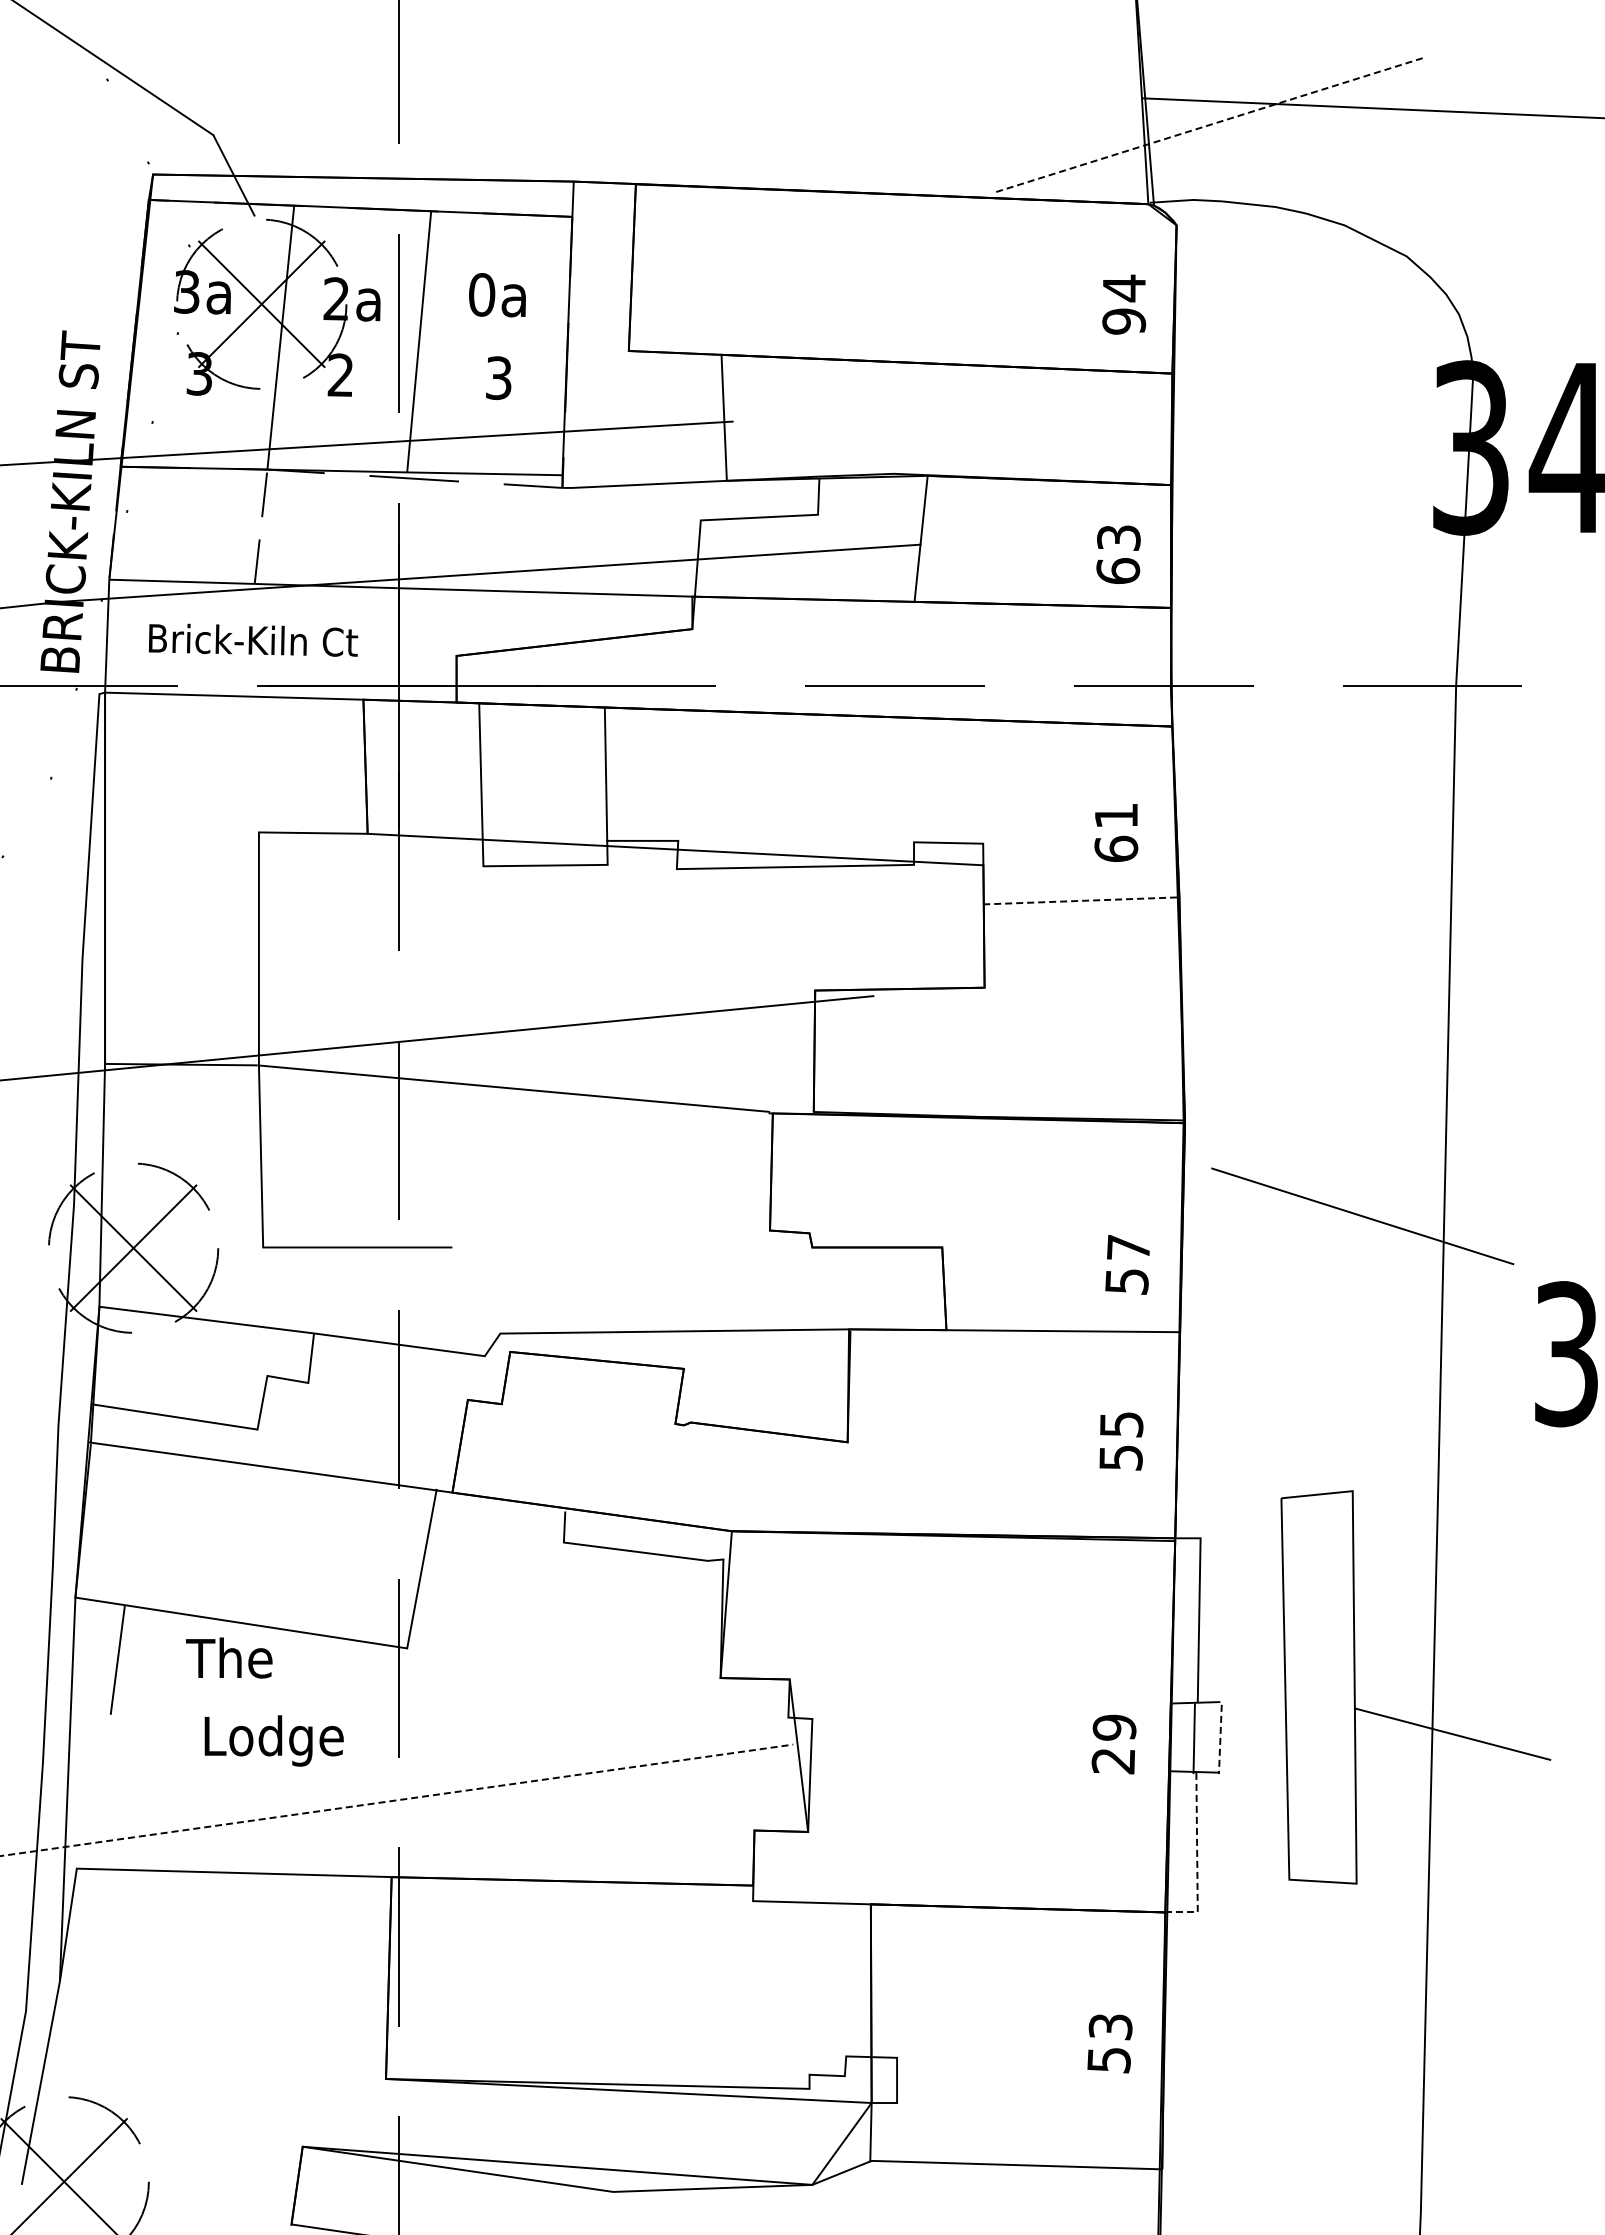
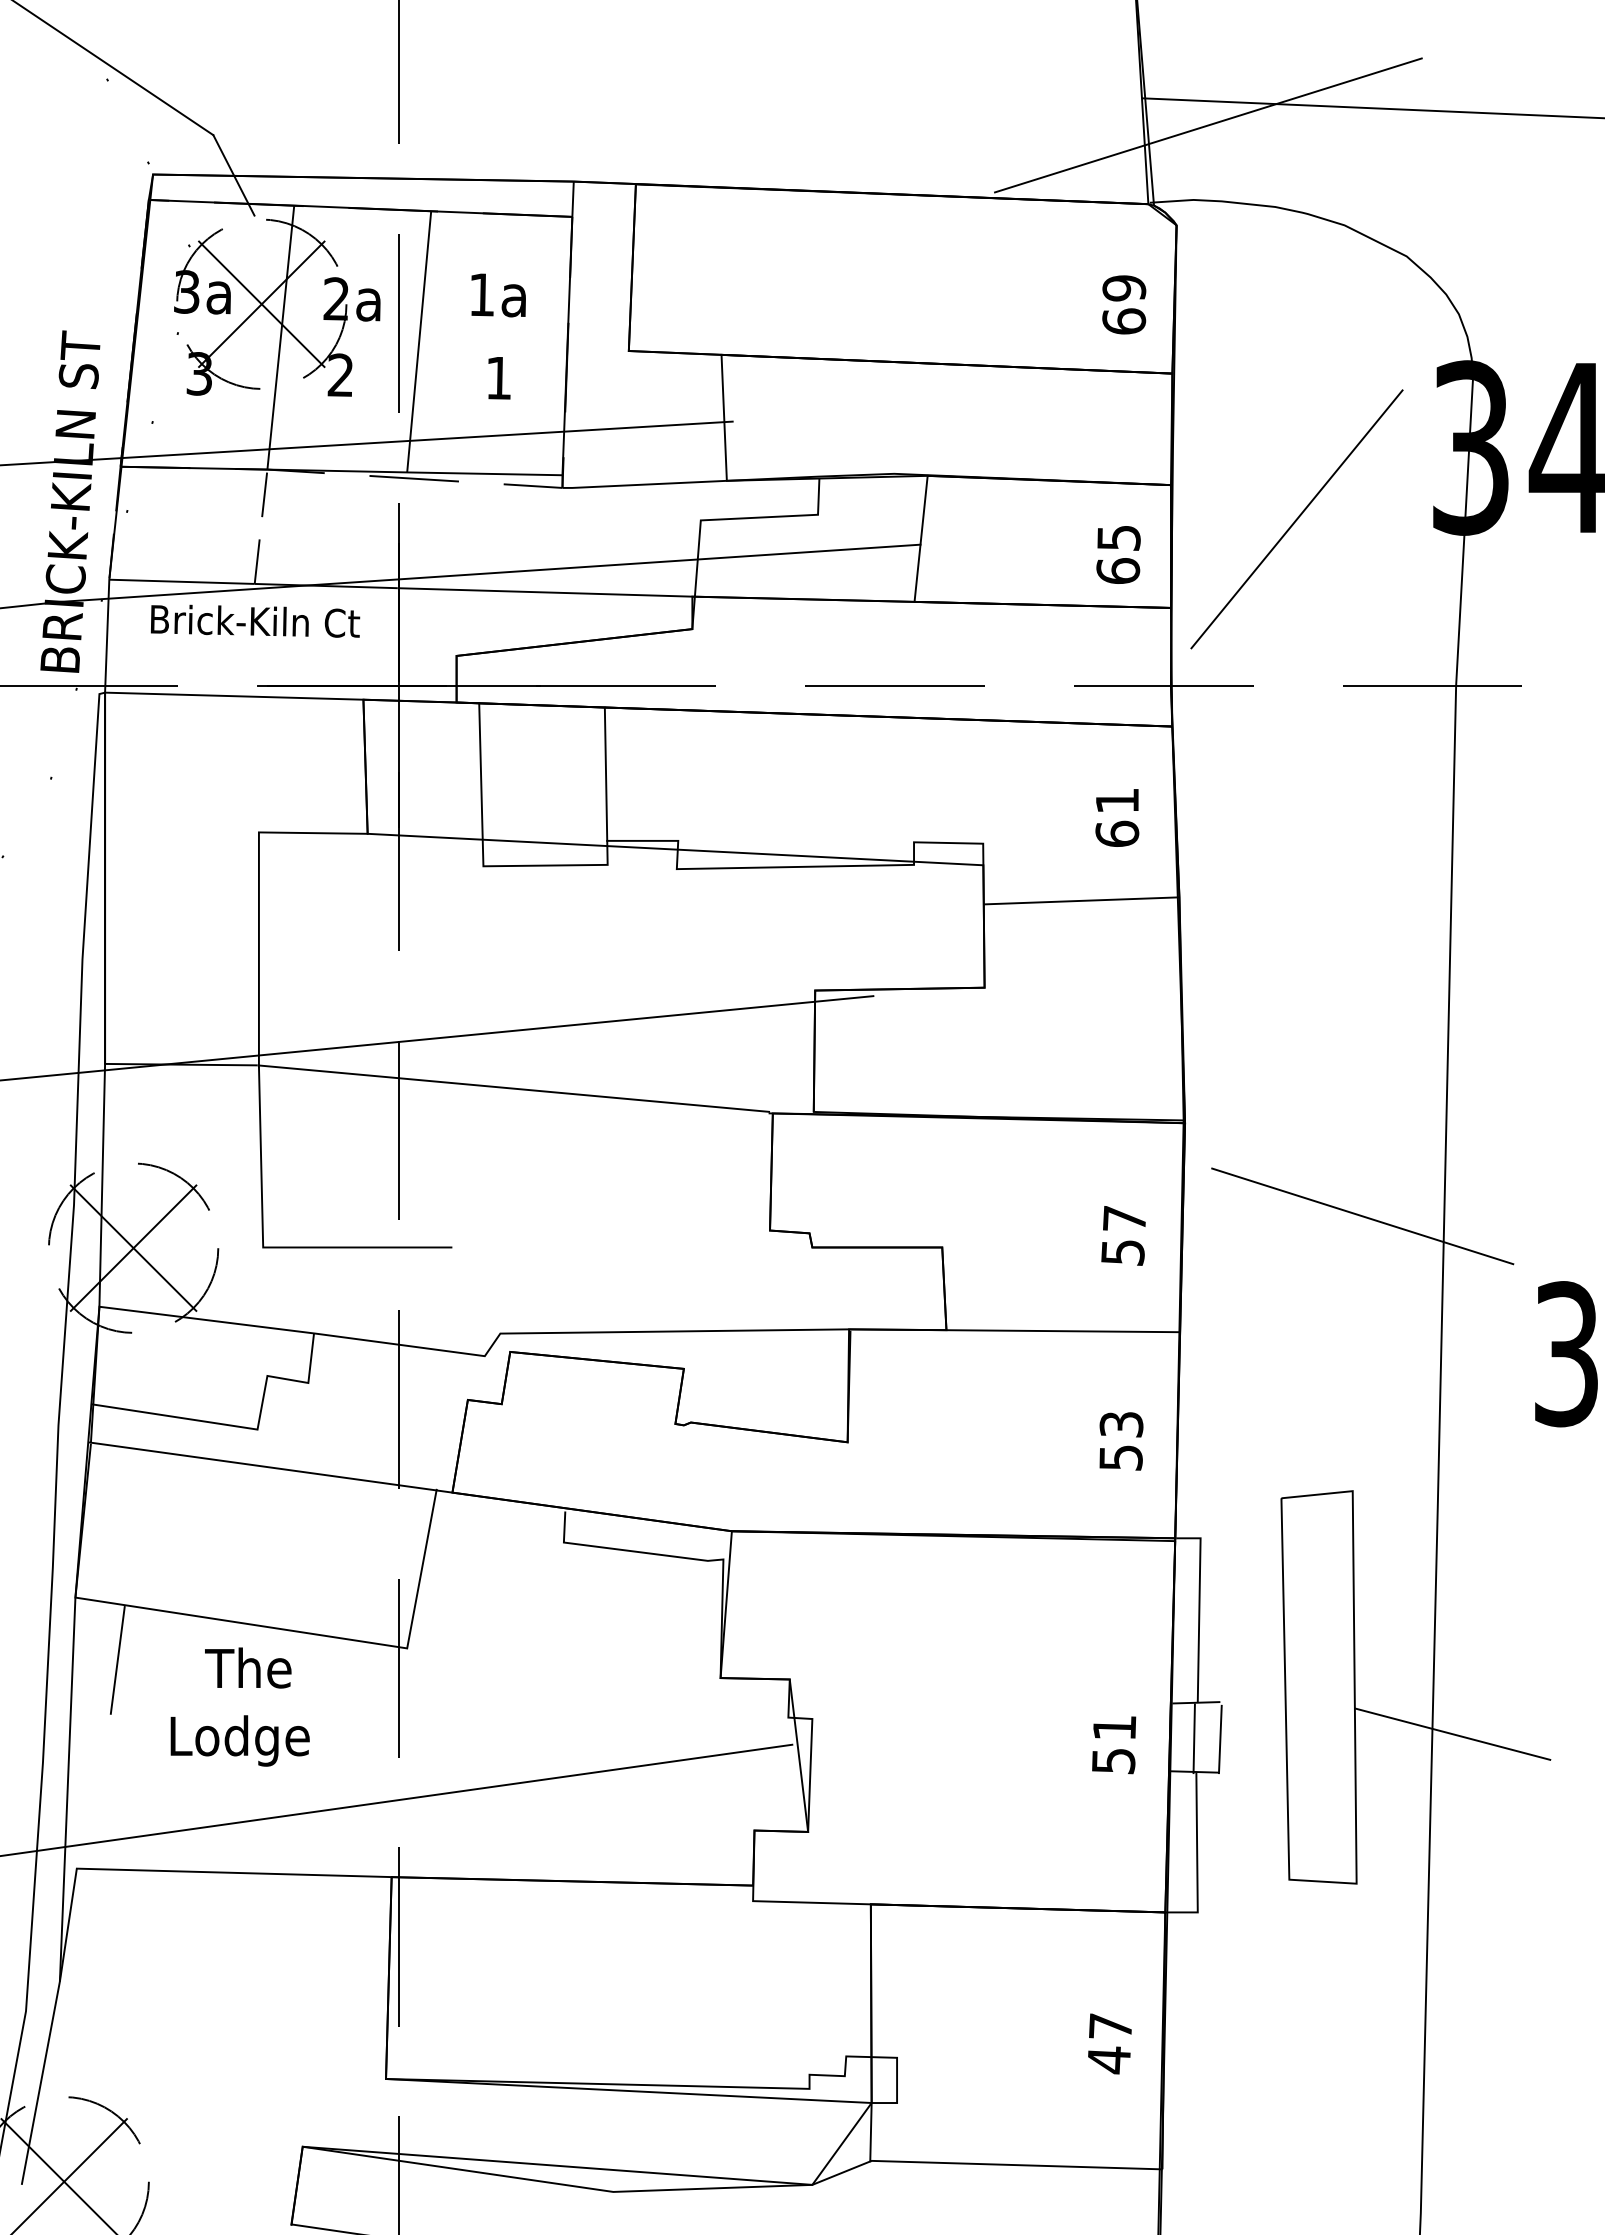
line at (1208, 125): dashed -> solid
text at (482, 294): 0a -> 1a
text at (1124, 304): 94 -> 69
text at (498, 378): 3 -> 1
line at (1296, 519): none -> present
text at (1118, 537): 63 -> 65
text at (253, 639) position: (253, 639) -> (255, 620)
text at (1116, 832) position: (1116, 832) -> (1117, 817)
line at (1081, 900): dashed -> solid
text at (1127, 1264) position: (1127, 1264) -> (1123, 1235)
text at (1120, 1424): 55 -> 53
text at (229, 1657) position: (229, 1657) -> (248, 1667)
line at (1220, 1739): dashed -> solid
text at (273, 1740) position: (273, 1740) -> (239, 1740)
text at (1113, 1744): 29 -> 51
line at (397, 1800): dashed -> solid
line at (1197, 1859): dashed -> solid
text at (1109, 2043): 53 -> 47
